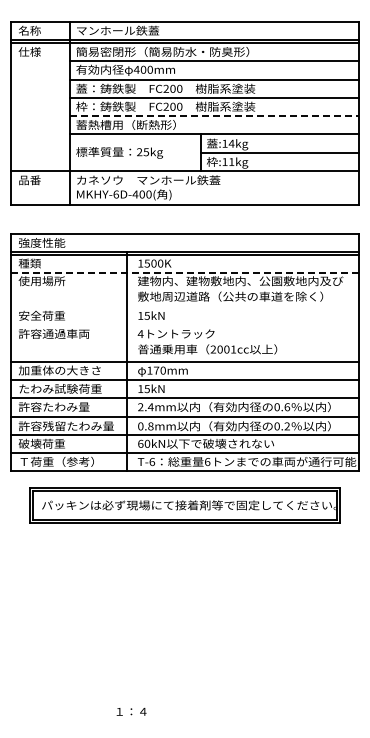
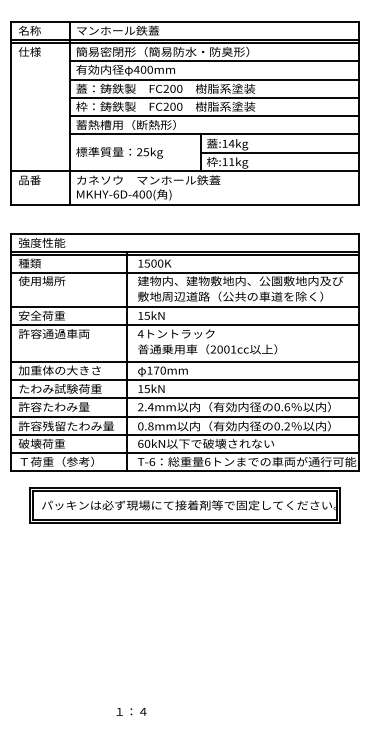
line at (214, 116): dashed -> solid
line at (184, 272): dashed -> solid
line at (184, 306): none -> present
line at (184, 325): none -> present
